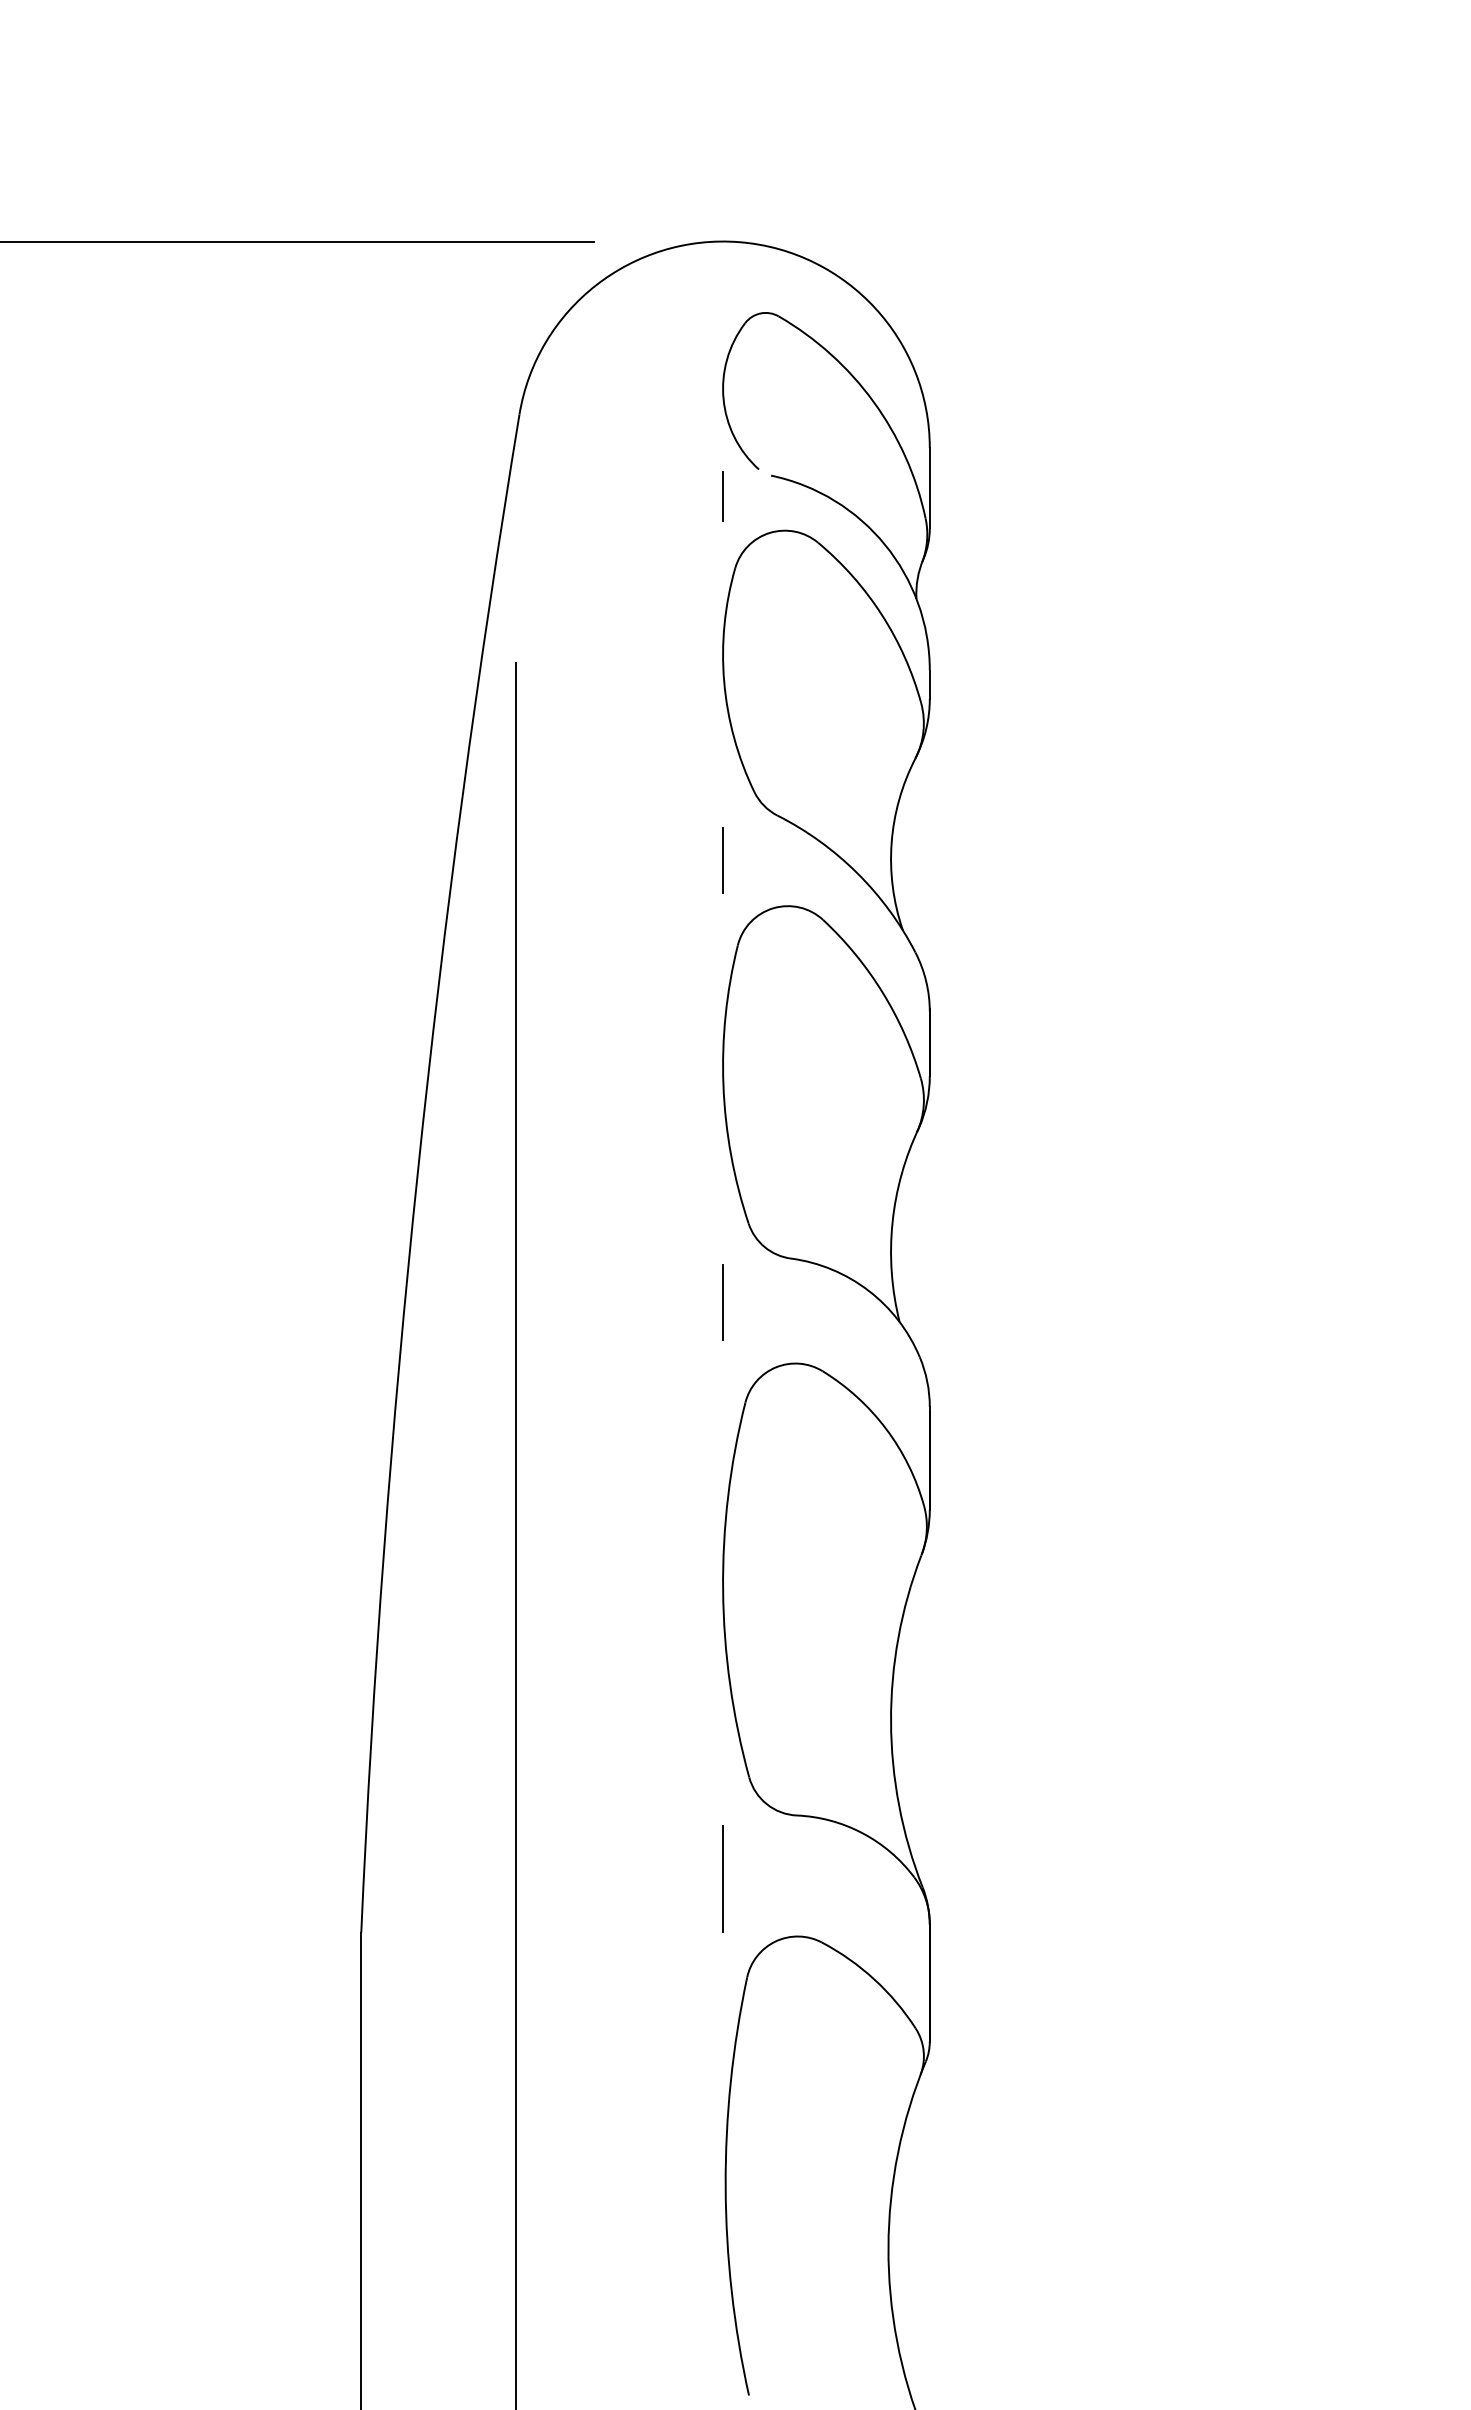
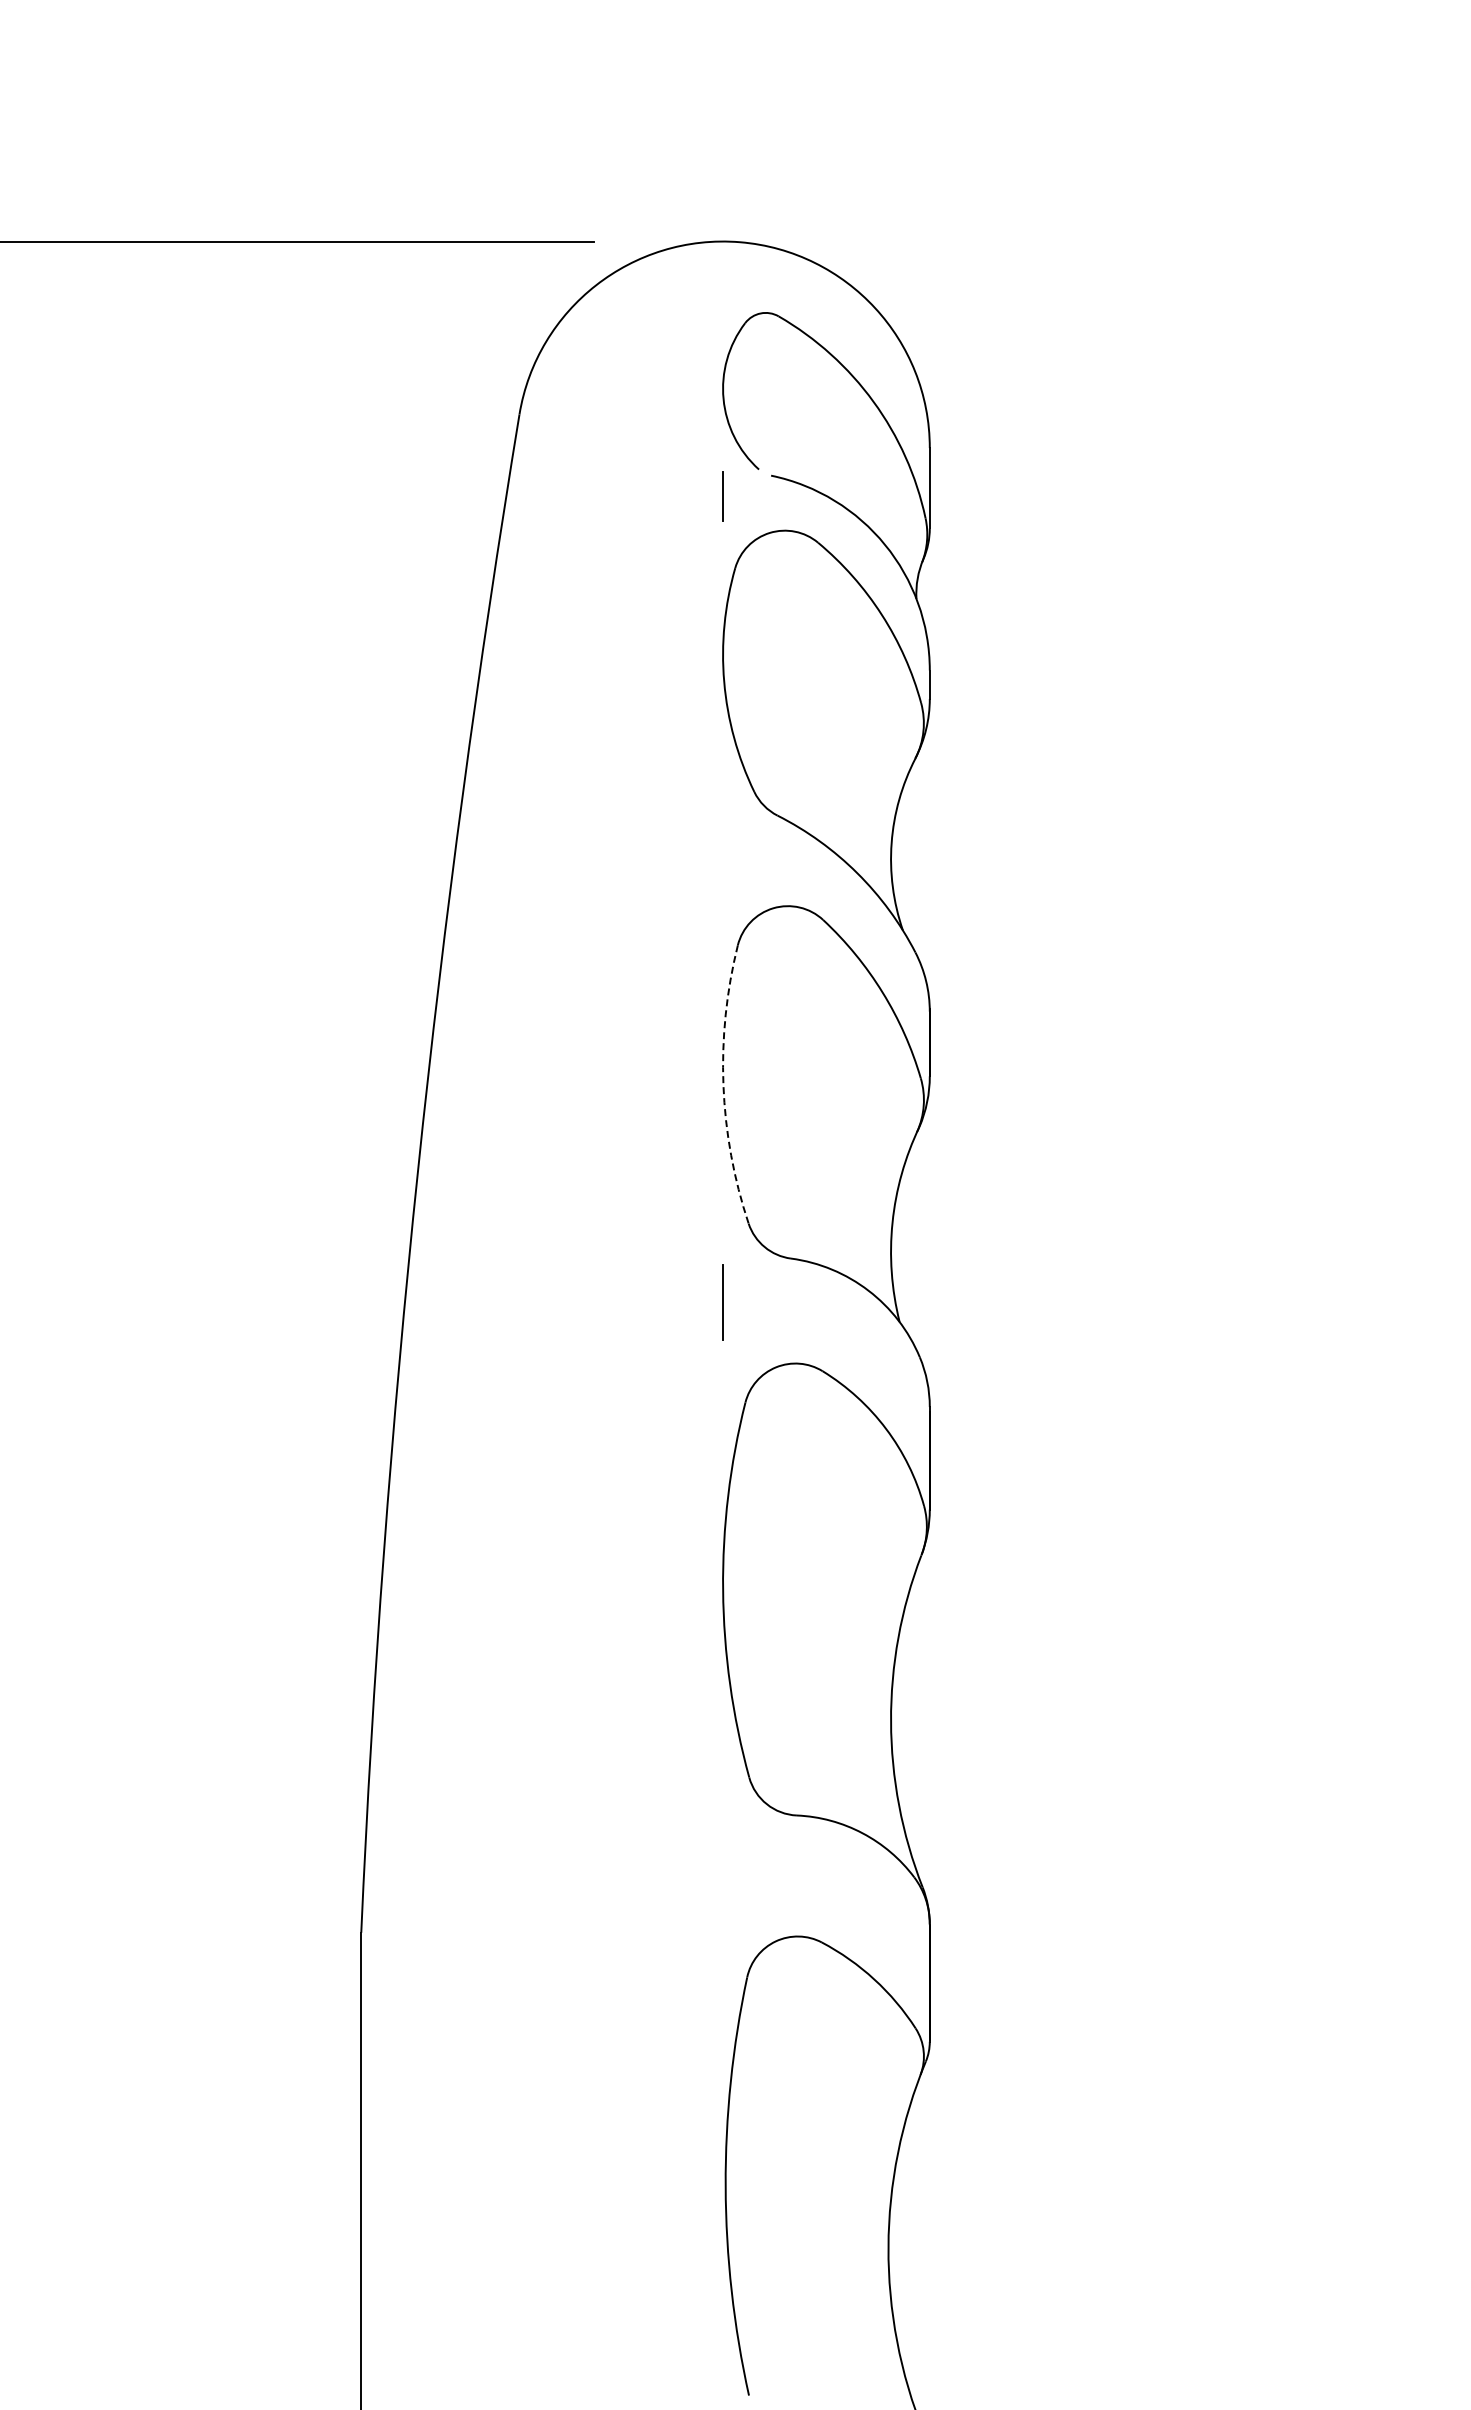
line at (722, 860): present -> none
arc at (723, 1085): solid -> dashed
line at (516, 1534): present -> none
line at (723, 1878): present -> none
